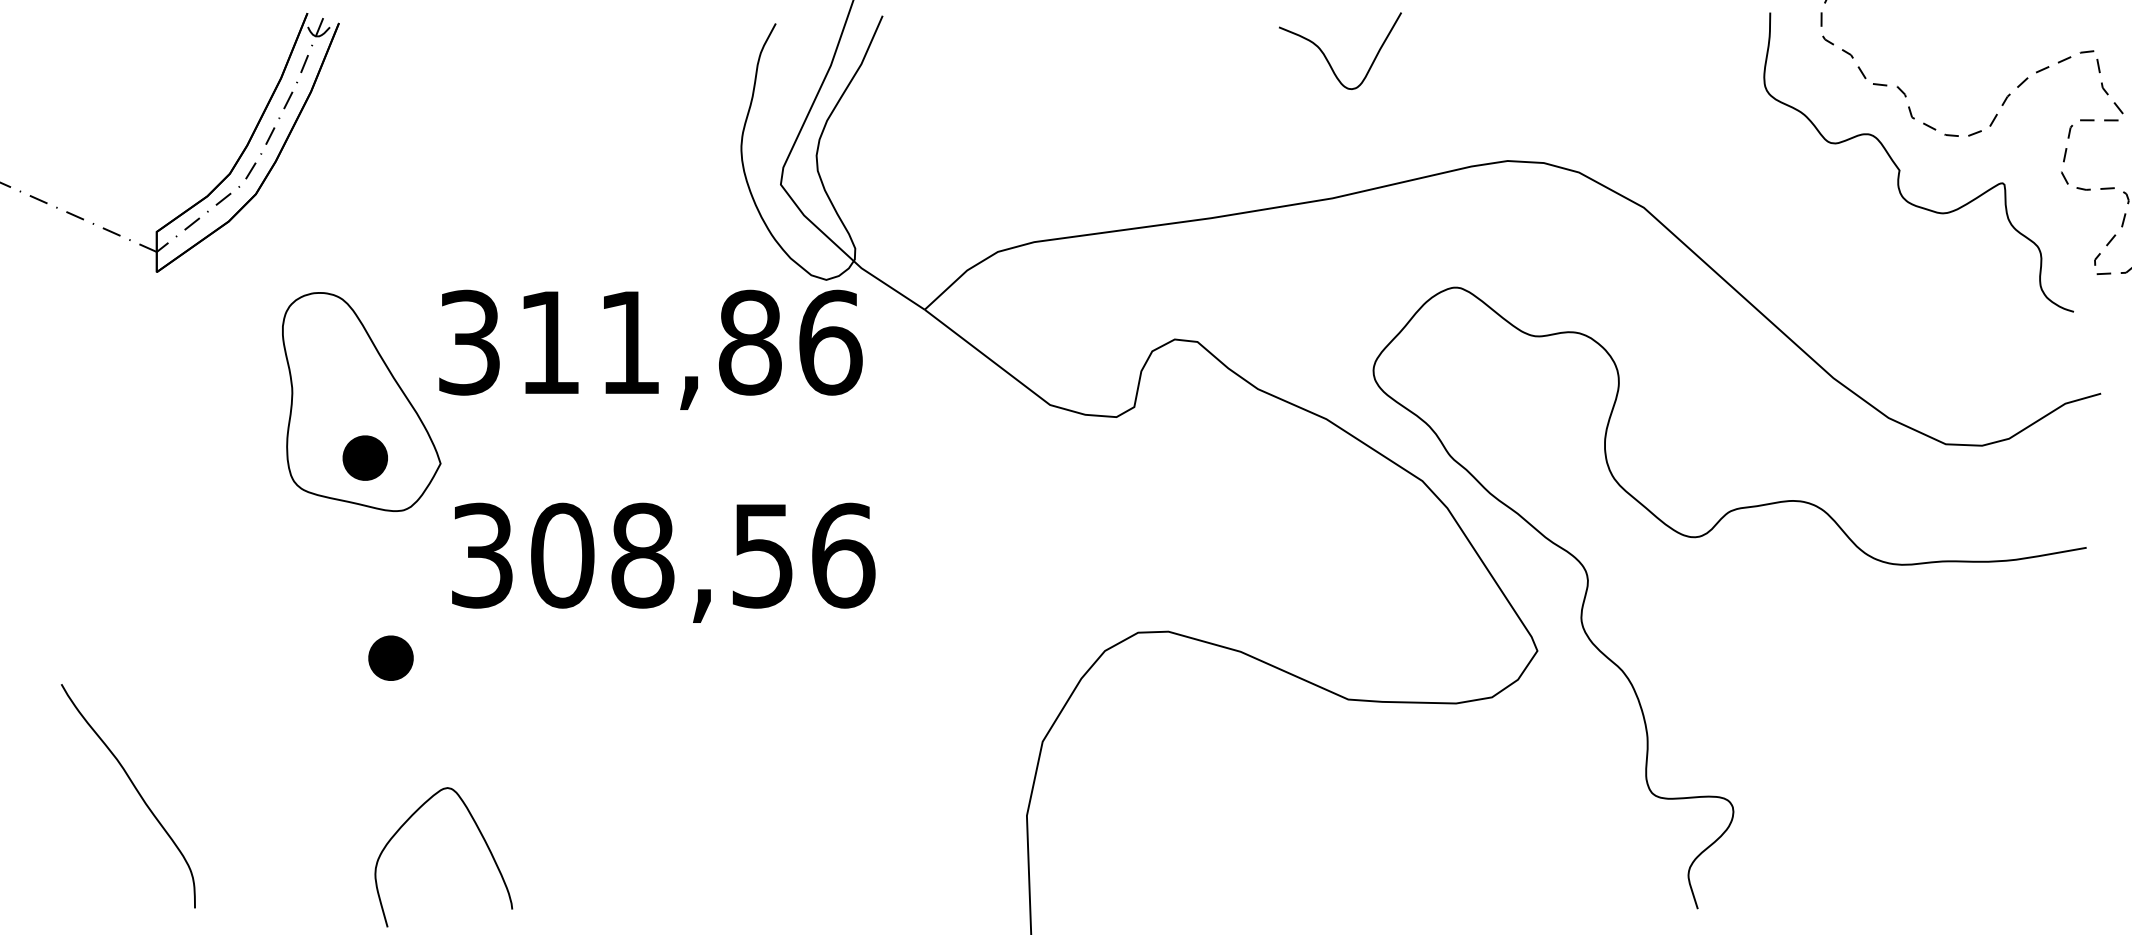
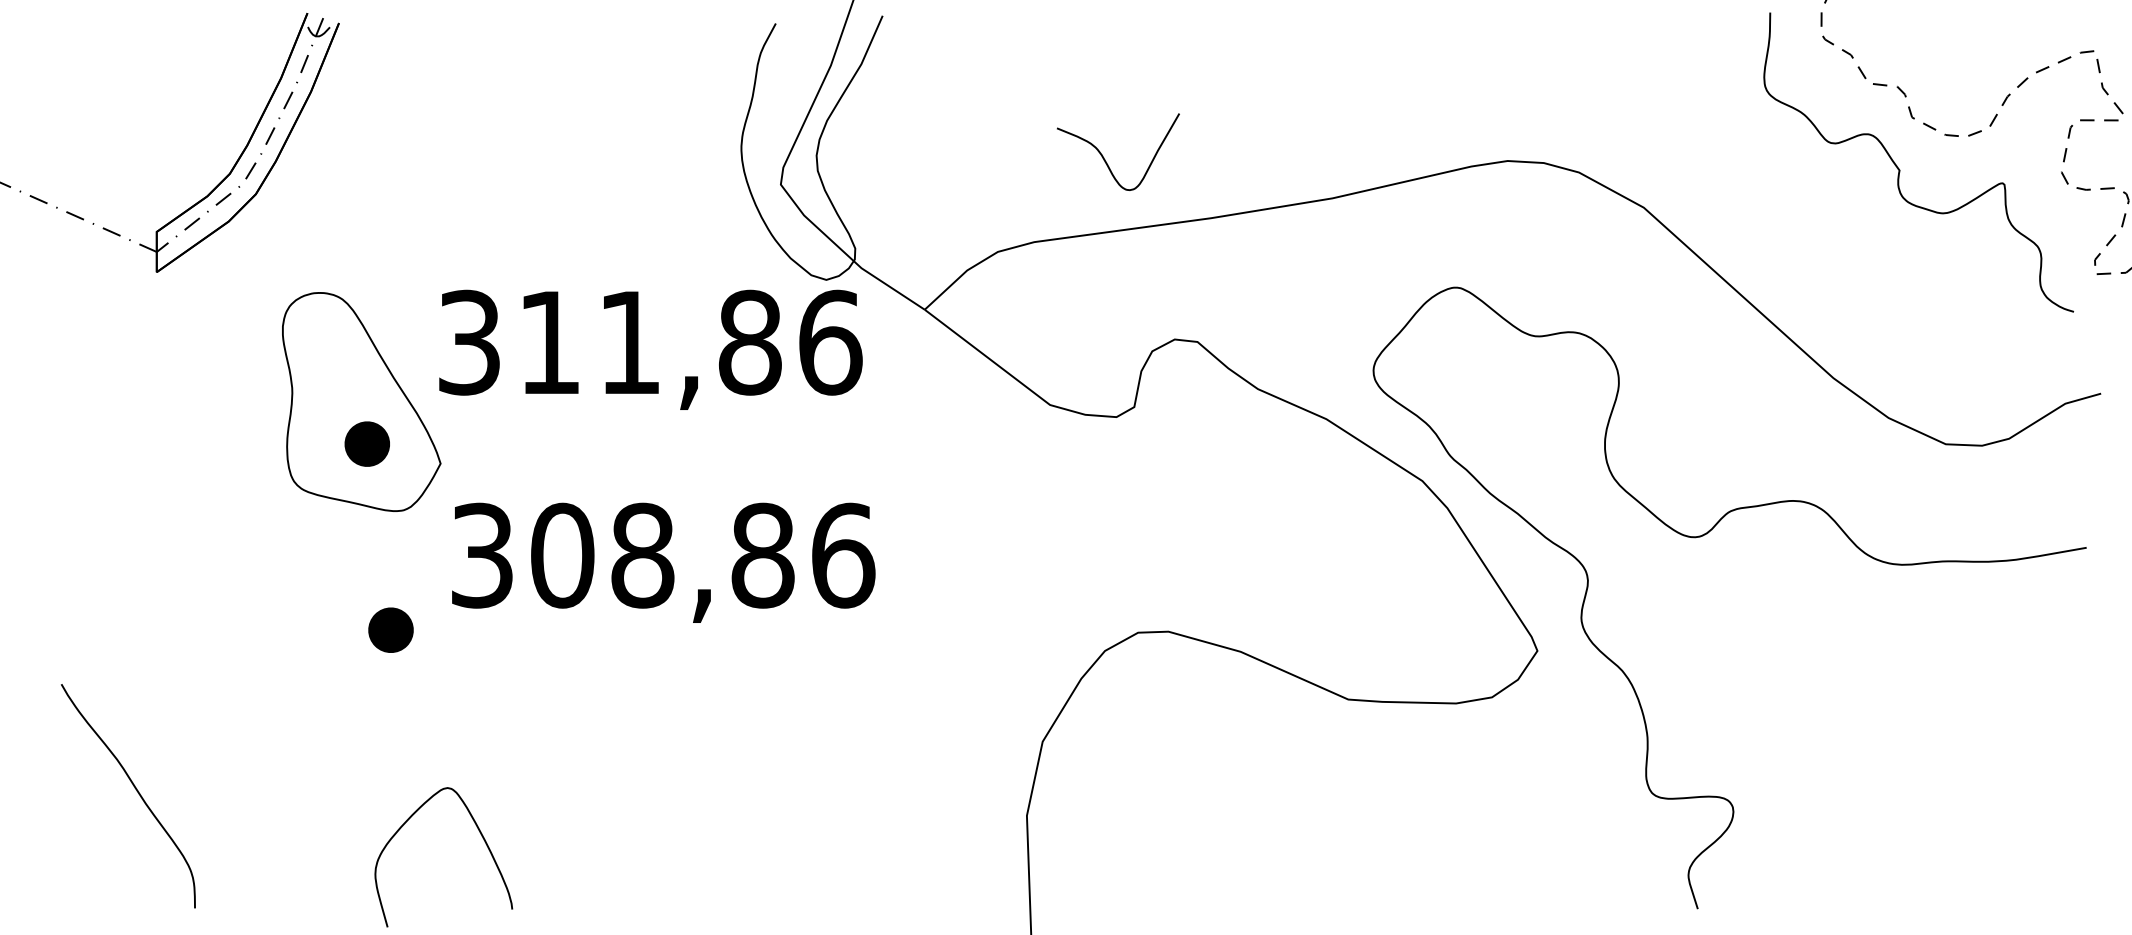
curve at (1326, 56) position: (1326, 56) -> (1104, 157)
part at (364, 457) position: (364, 457) -> (366, 443)
text at (762, 555): 308,56 -> 308,86
part at (390, 657) position: (390, 657) -> (390, 629)
